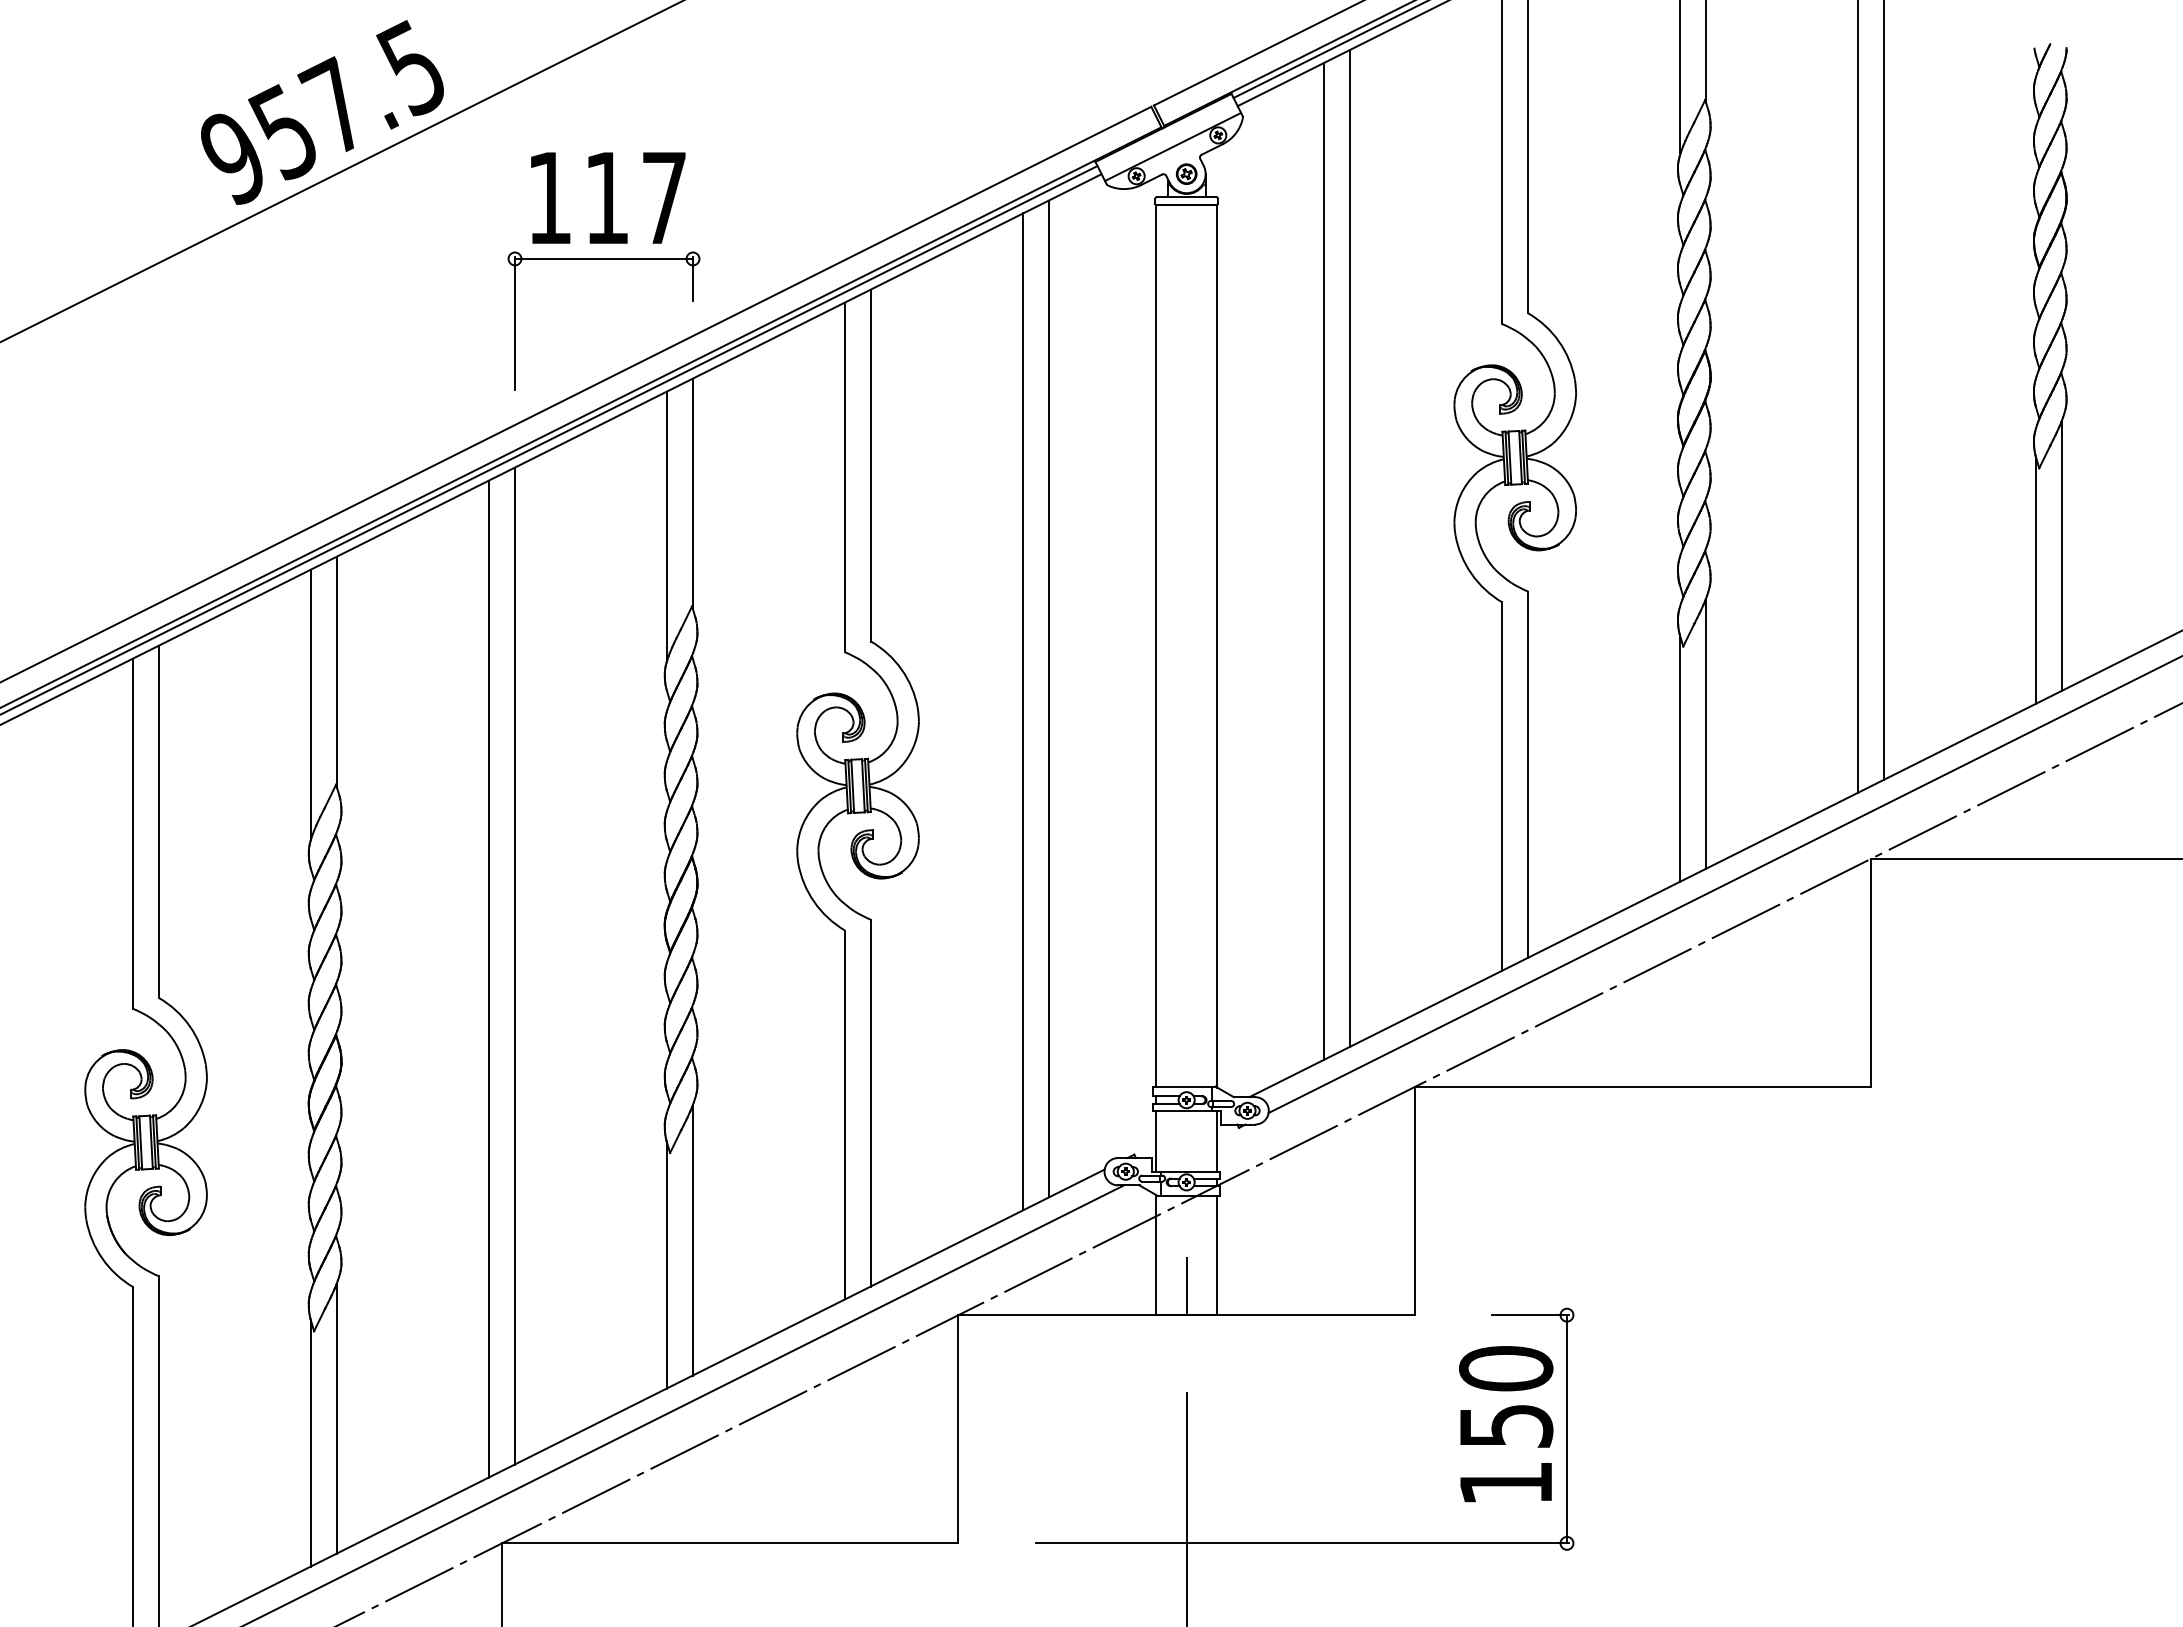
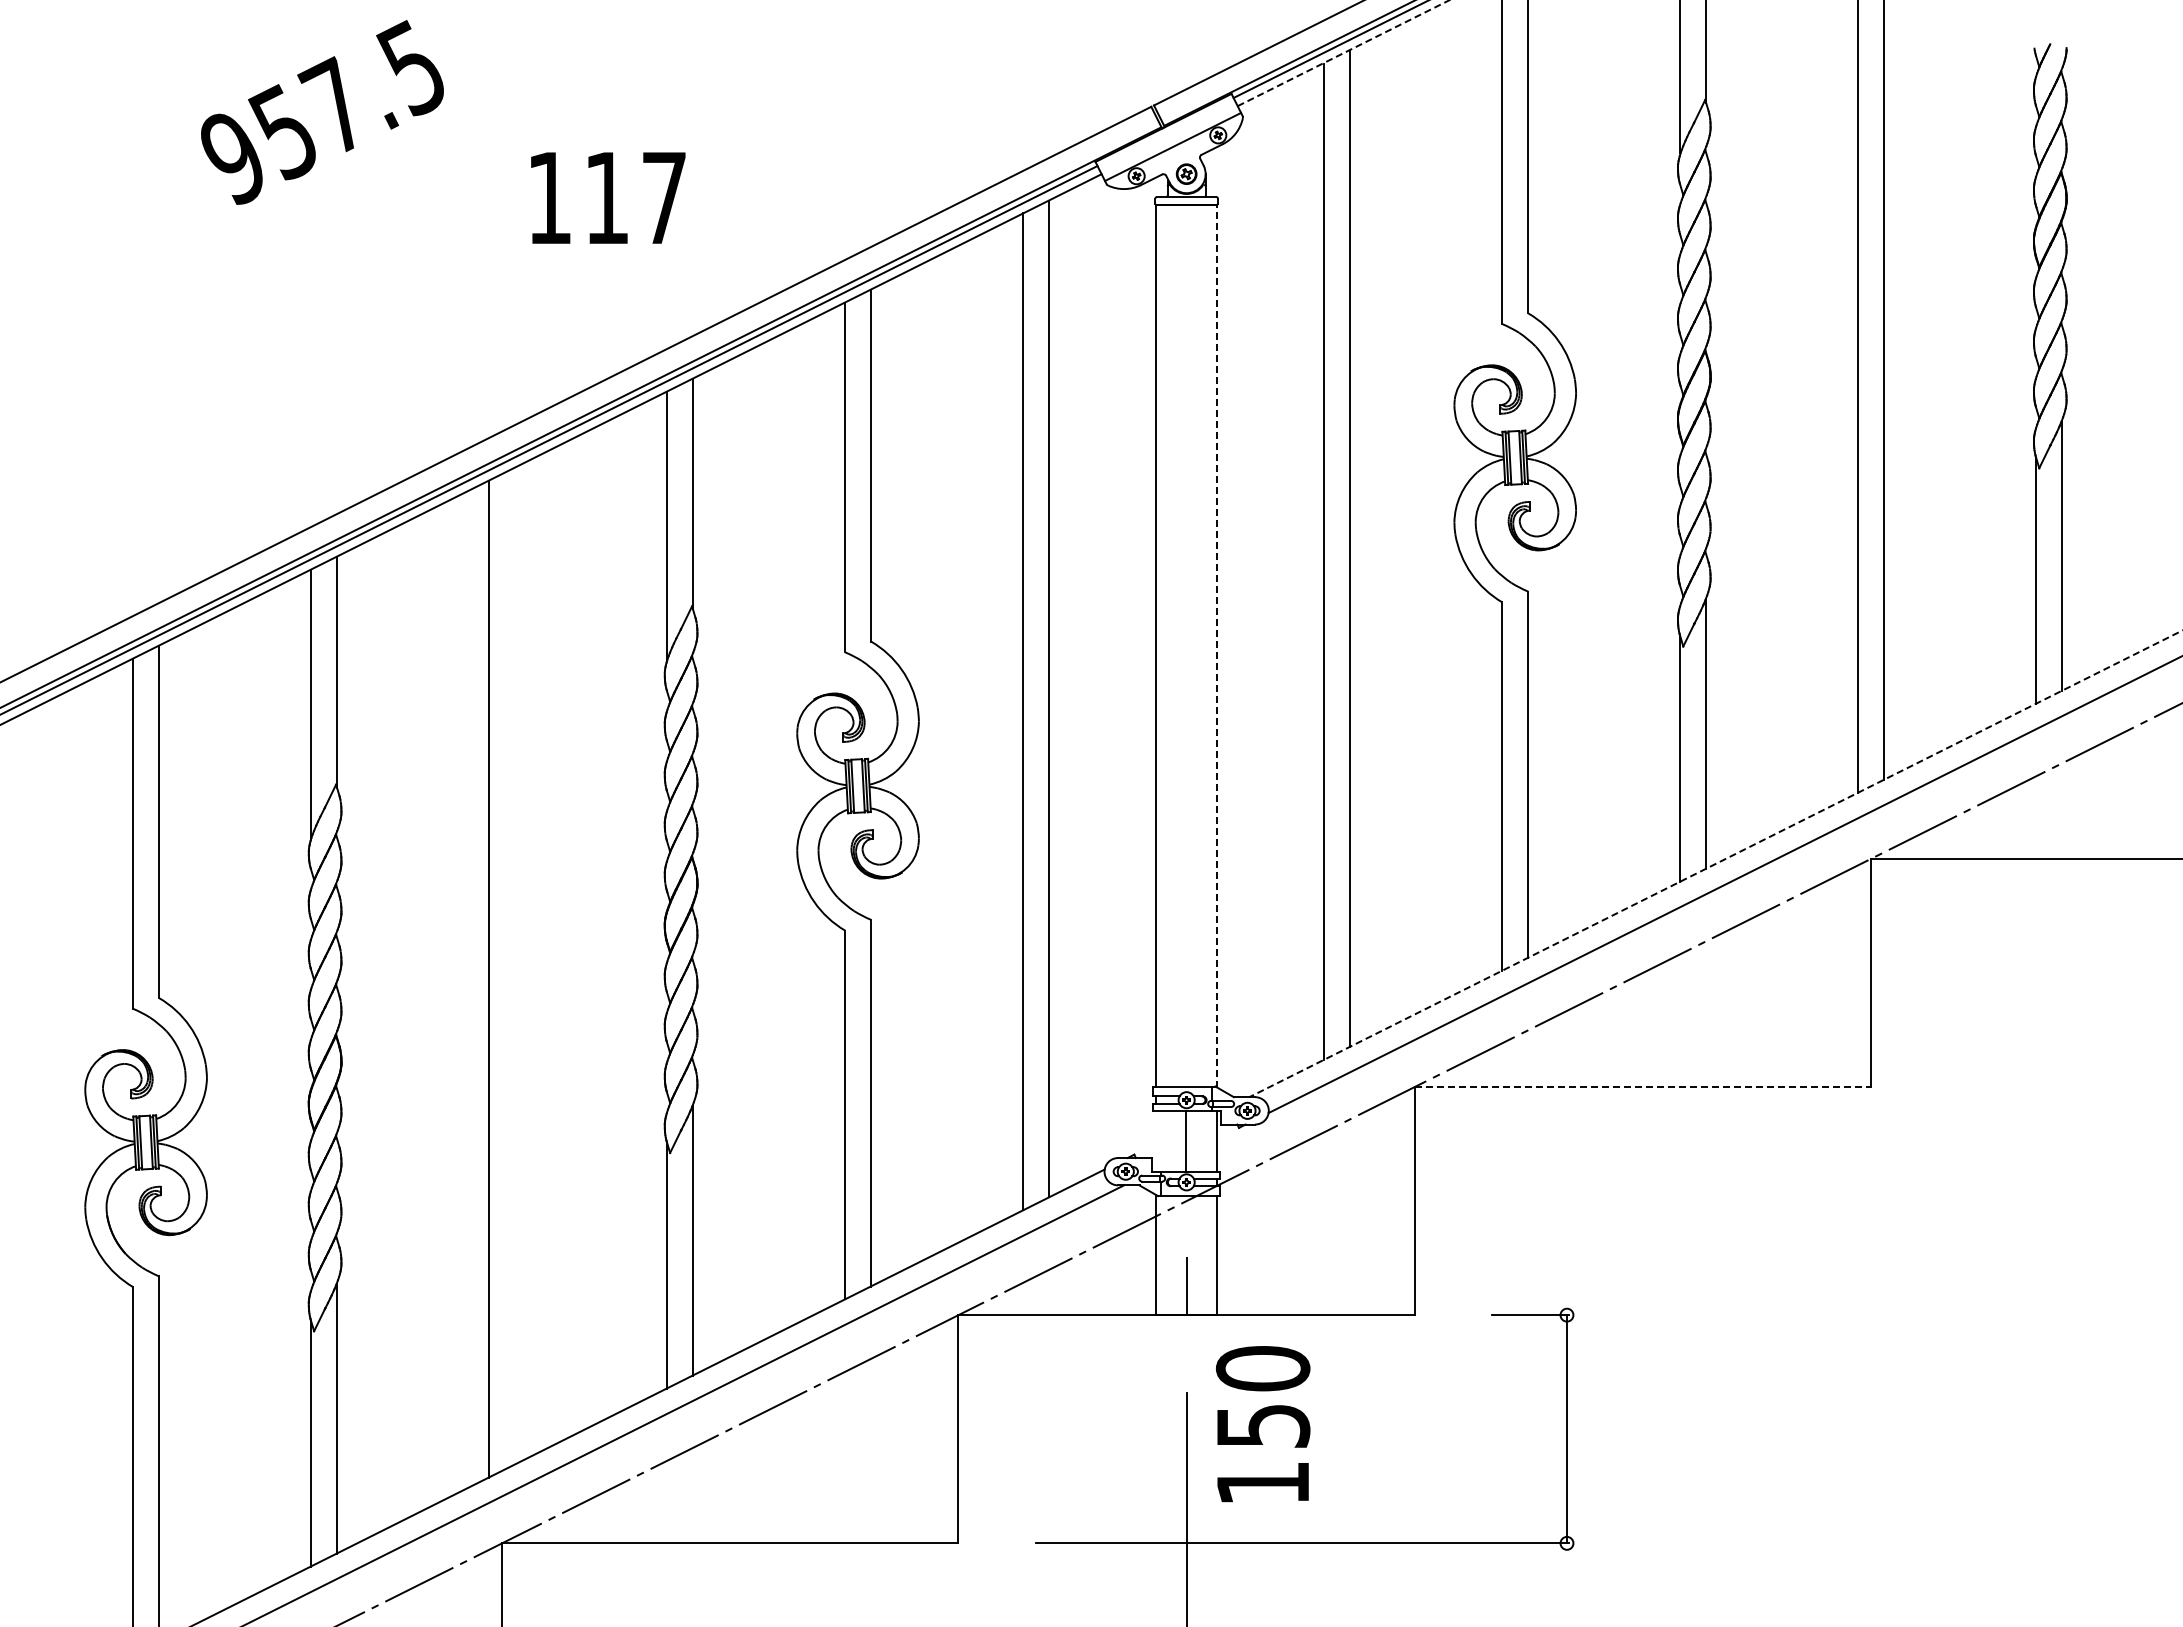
line at (1344, 52): solid -> dashed
line at (341, 171): present -> none
part at (603, 259): present -> none
line at (1217, 646): solid -> dashed
line at (1715, 863): solid -> dashed
line at (515, 965): present -> none
line at (1643, 1086): solid -> dashed
line at (1155, 1140) position: (1155, 1140) -> (1185, 1140)
text at (1506, 1424) position: (1506, 1424) -> (1263, 1424)
